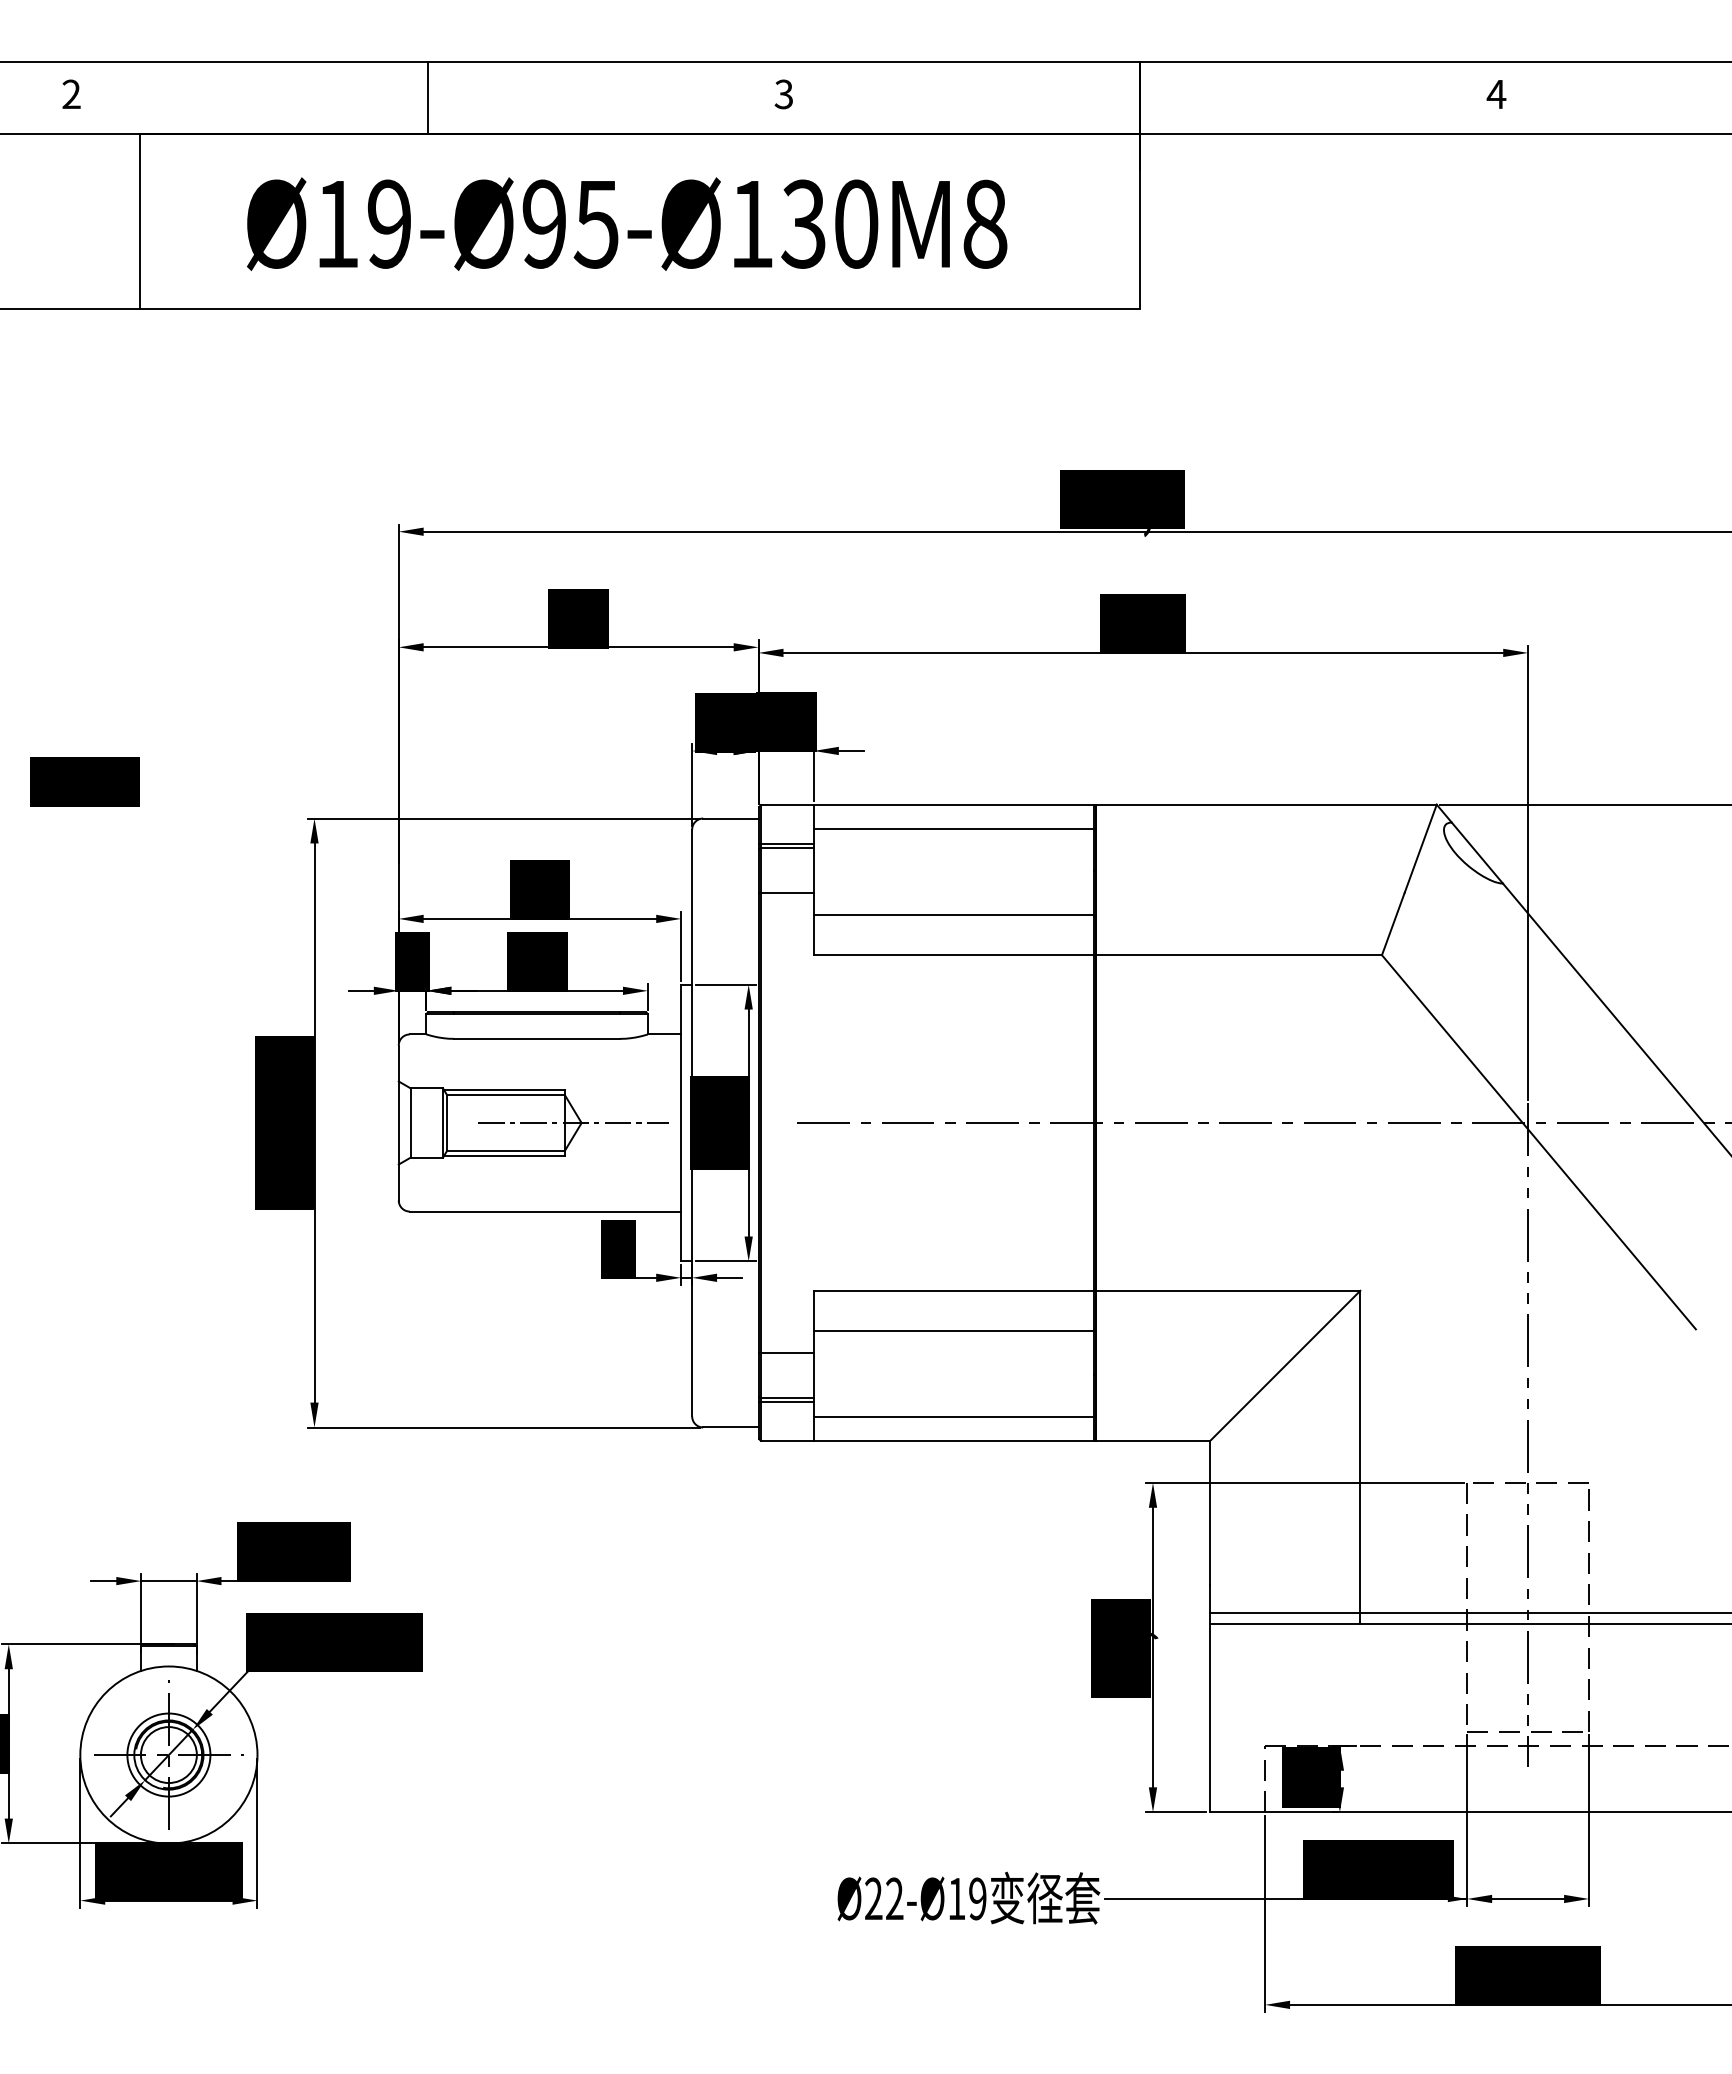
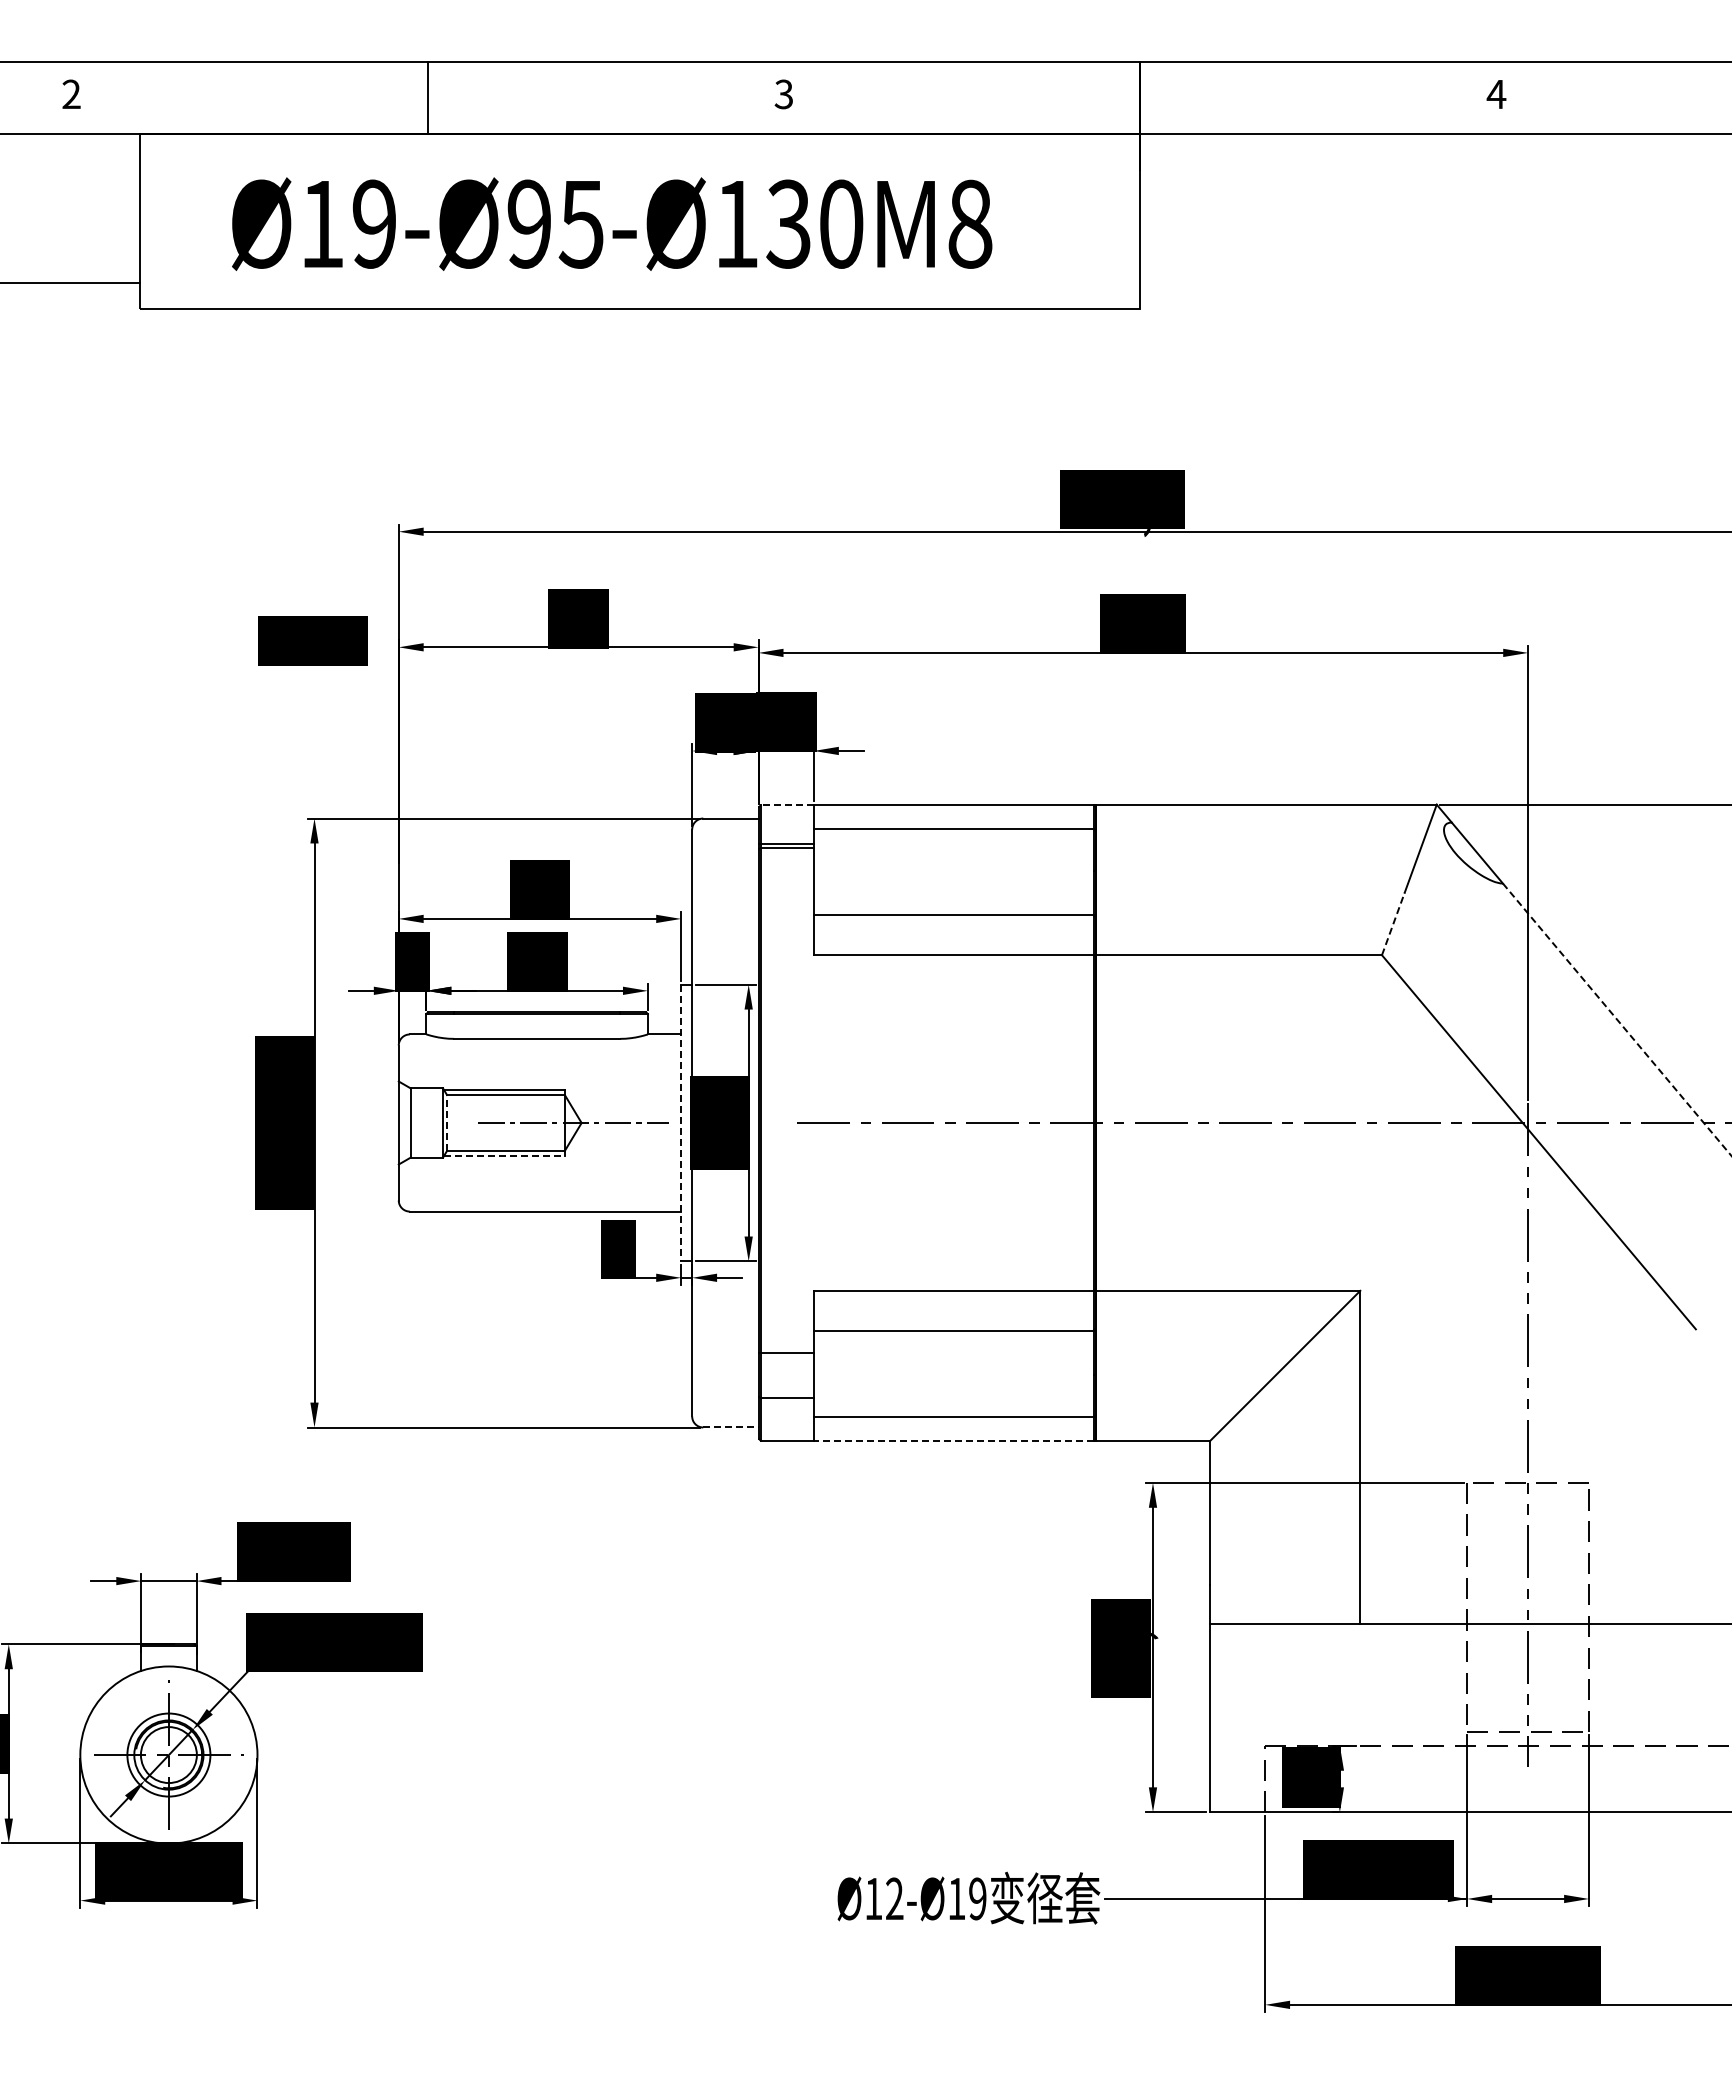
text at (627, 223) position: (627, 223) -> (612, 223)
line at (70, 309) position: (70, 309) -> (70, 283)
text at (84, 781) position: (84, 781) -> (312, 640)
line at (787, 804): solid -> dashed
line at (785, 893): present -> none
line at (1393, 923): solid -> dashed
line at (1617, 1019): solid -> dashed
line at (447, 1123): solid -> dashed
line at (681, 1123): solid -> dashed
line at (504, 1156): solid -> dashed
line at (785, 1402): present -> none
line at (730, 1427): solid -> dashed
line at (953, 1441): solid -> dashed
line at (1468, 1612): present -> none
text at (873, 1898): 22- -> 12-
